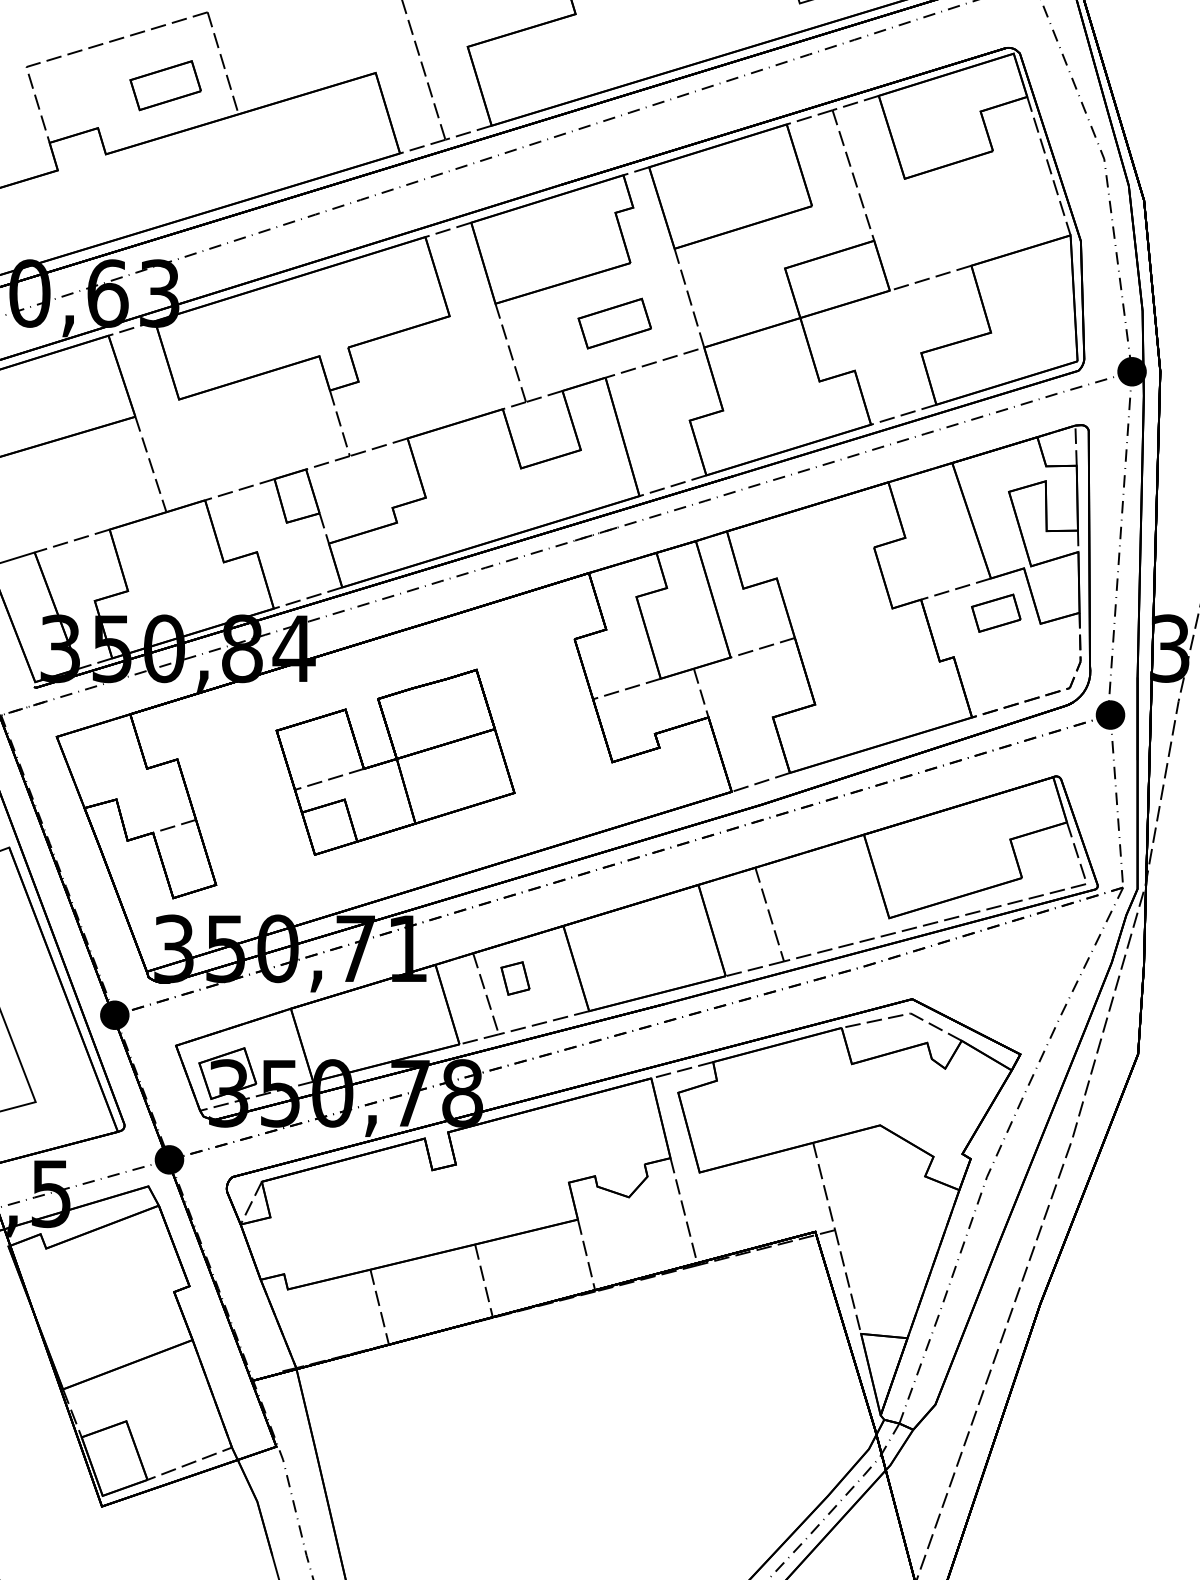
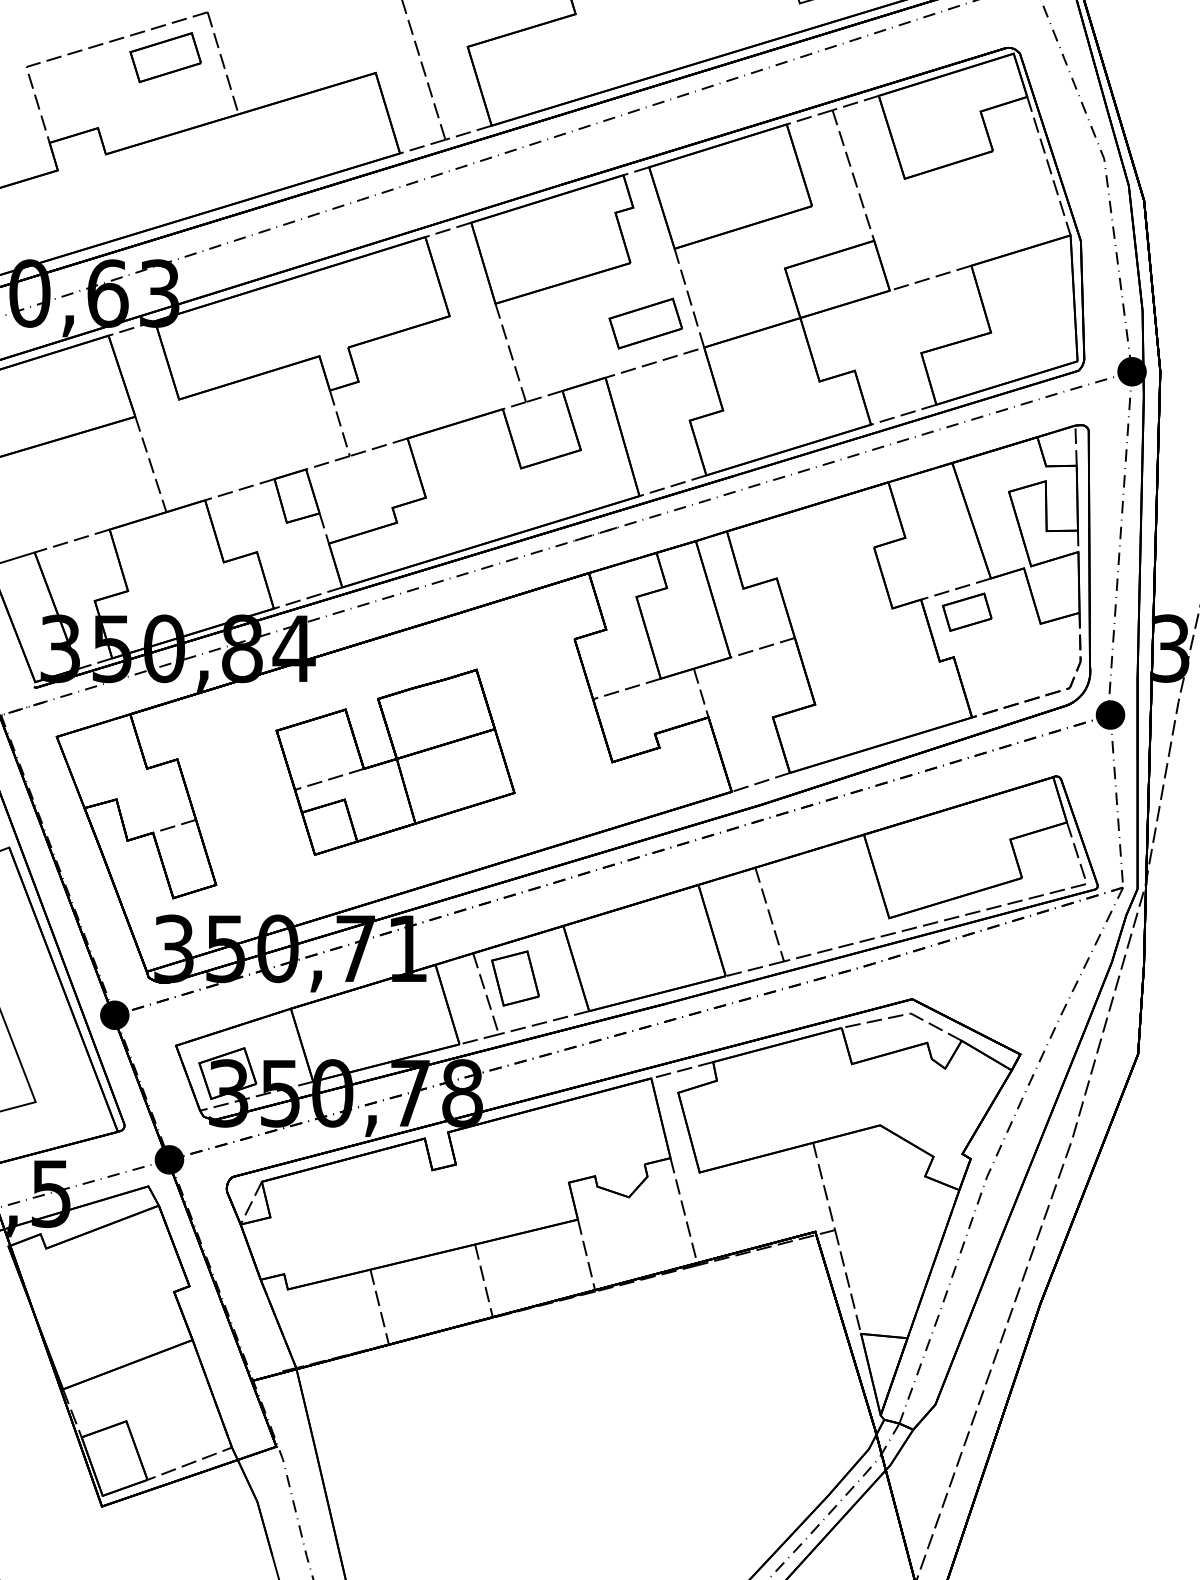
part at (165, 85) position: (165, 85) -> (165, 57)
part at (614, 323) position: (614, 323) -> (645, 323)
part at (996, 612) position: (996, 612) -> (967, 611)
part at (515, 978) size: 31x35 px -> 49x57 px
